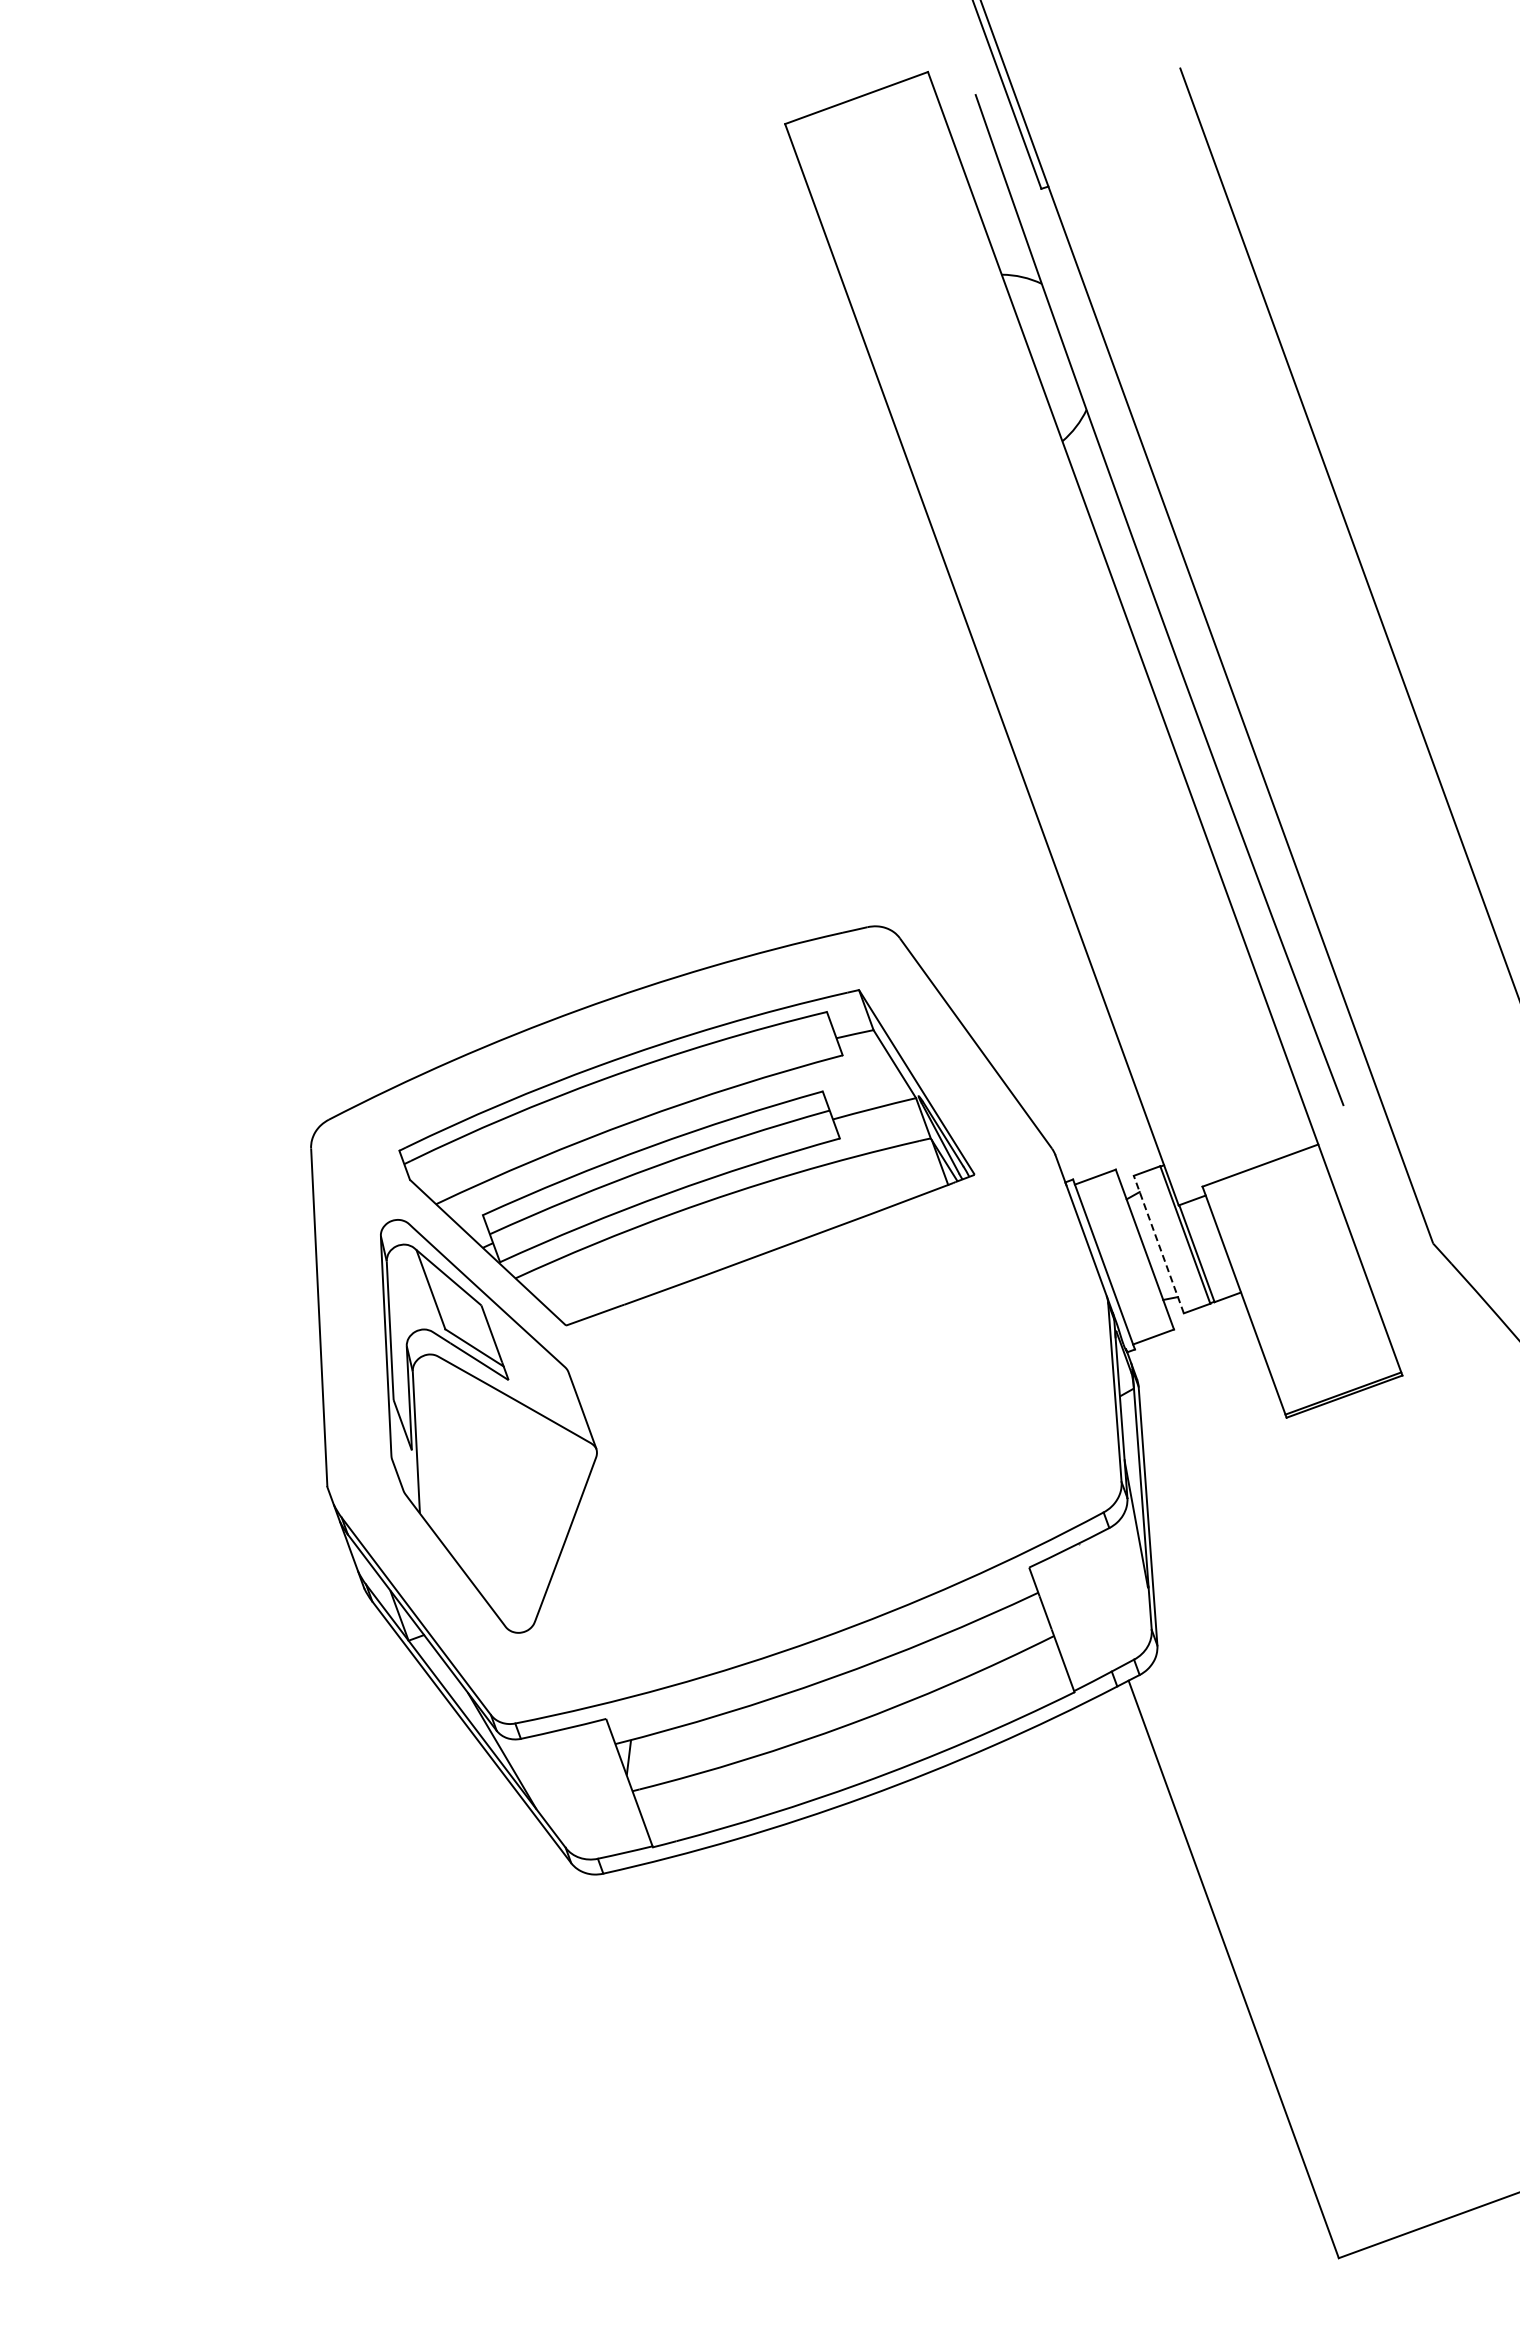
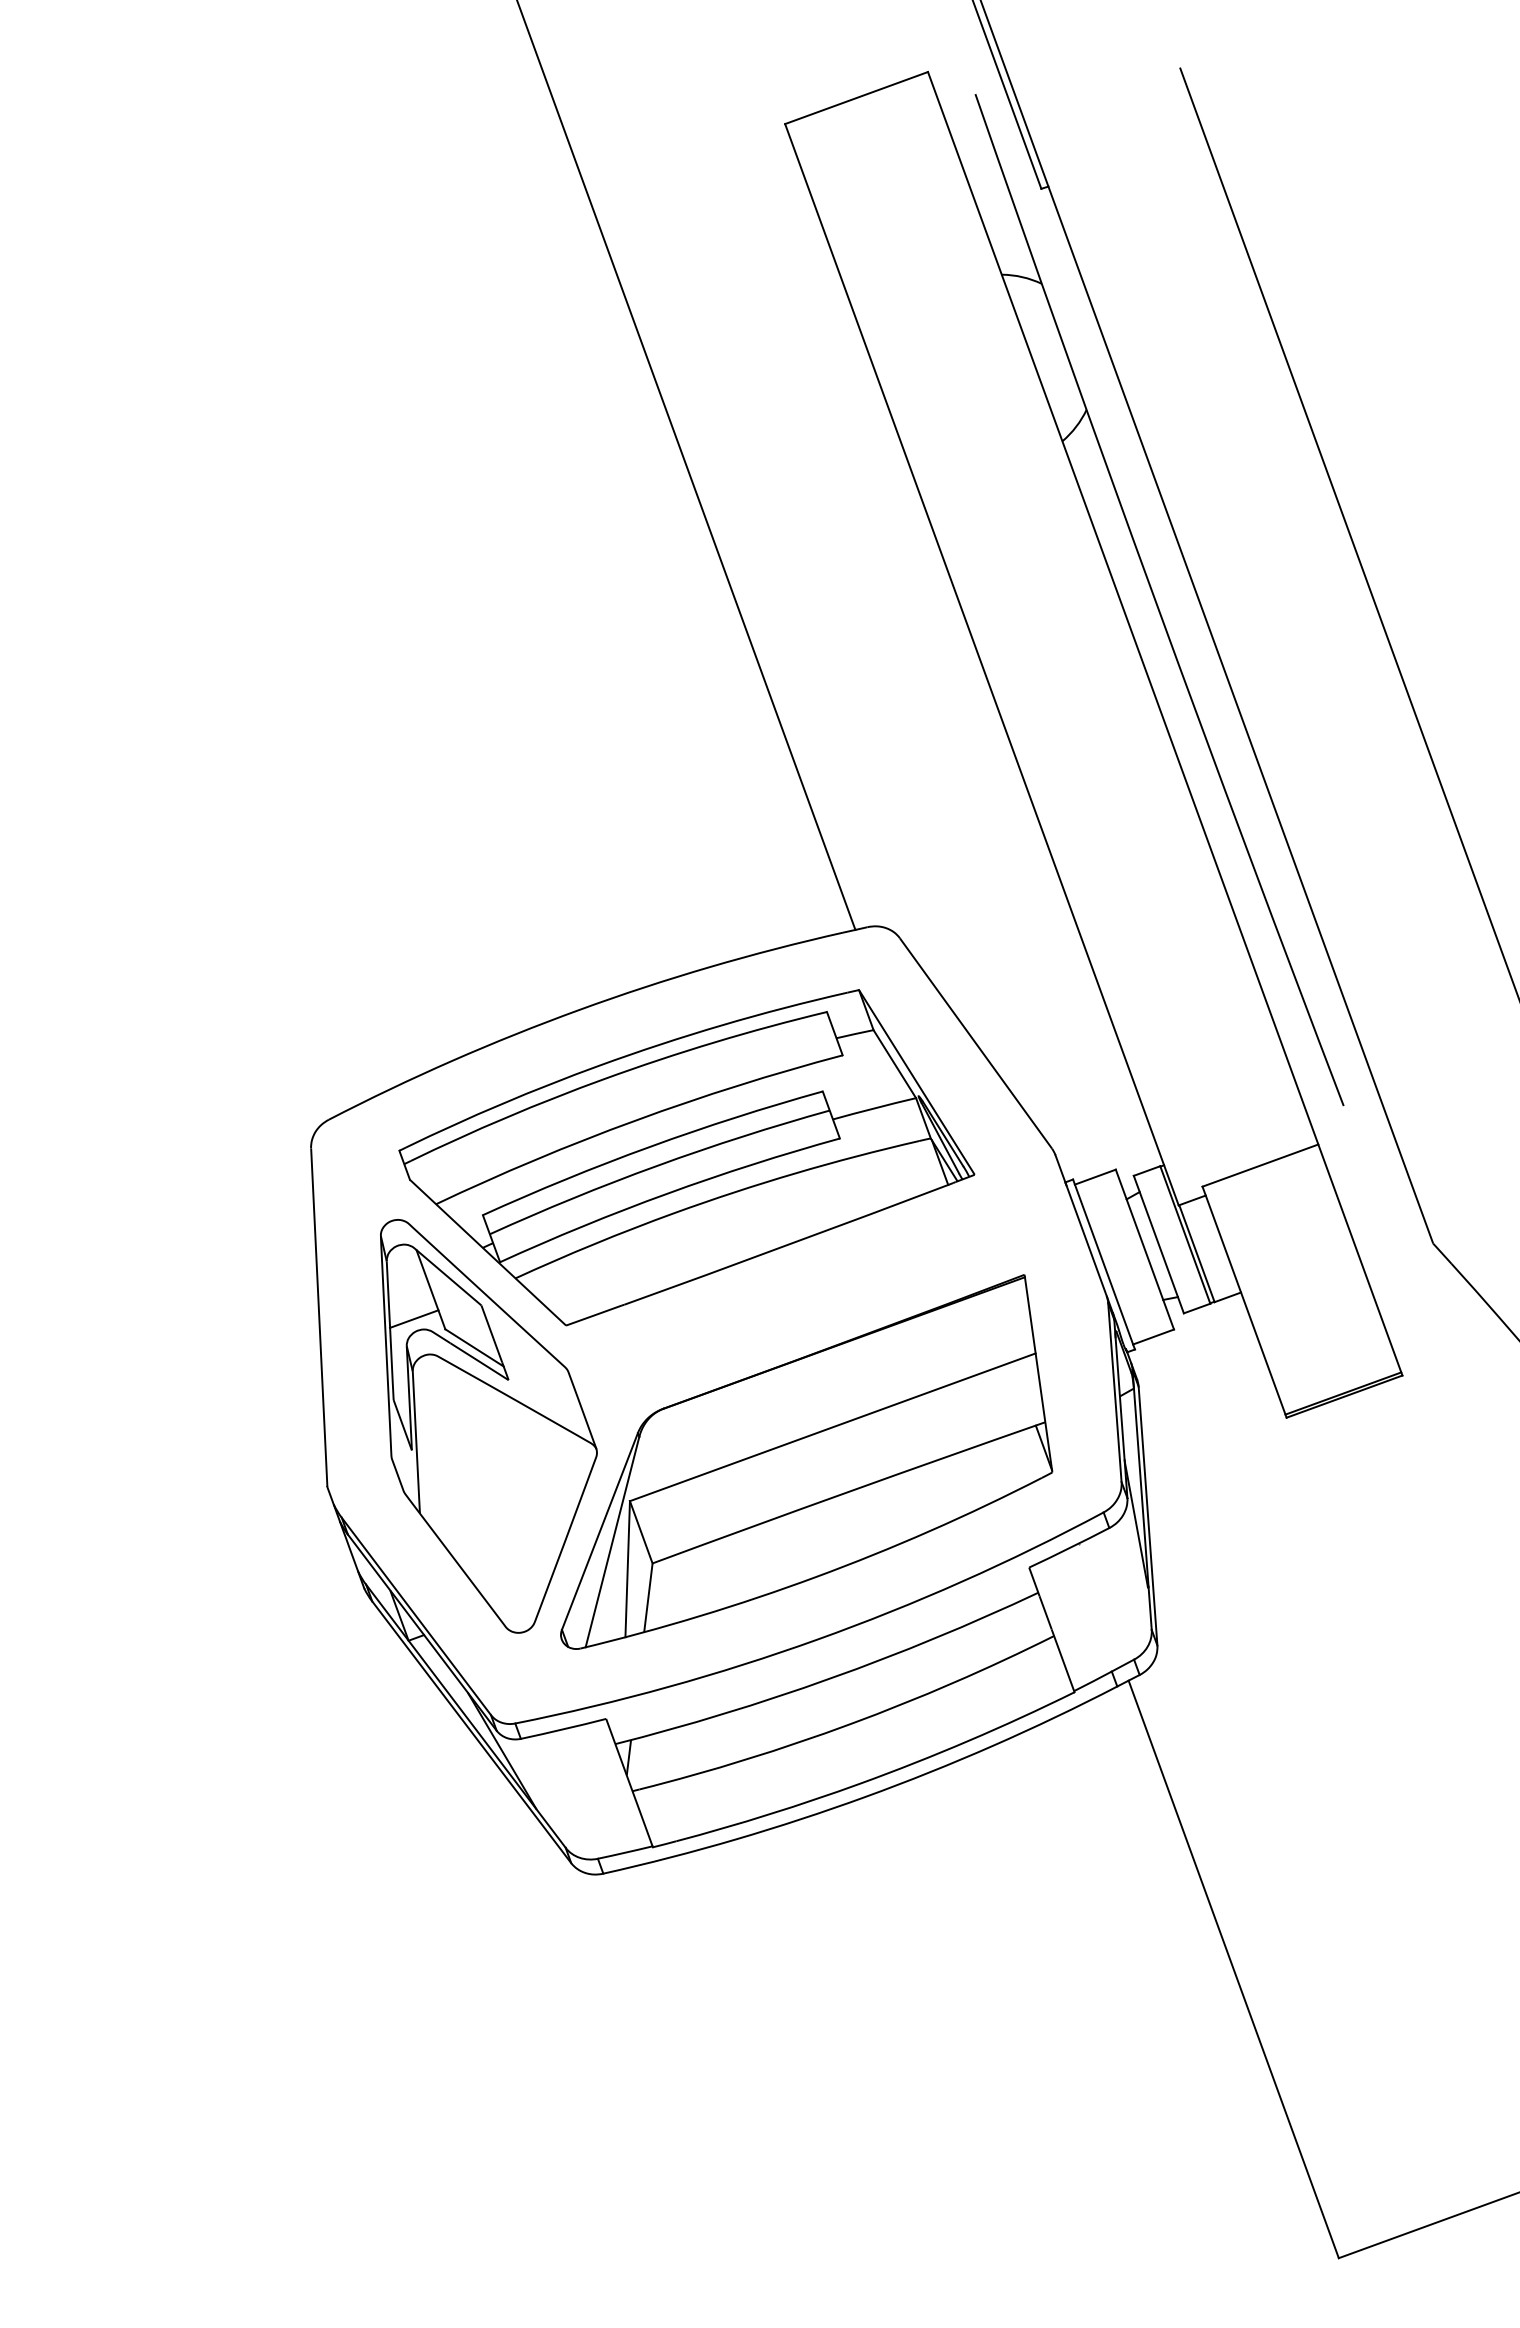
line at (686, 465): none -> present
line at (1158, 1244): dashed -> solid
line at (414, 1318): none -> present
part at (806, 1461): none -> present
